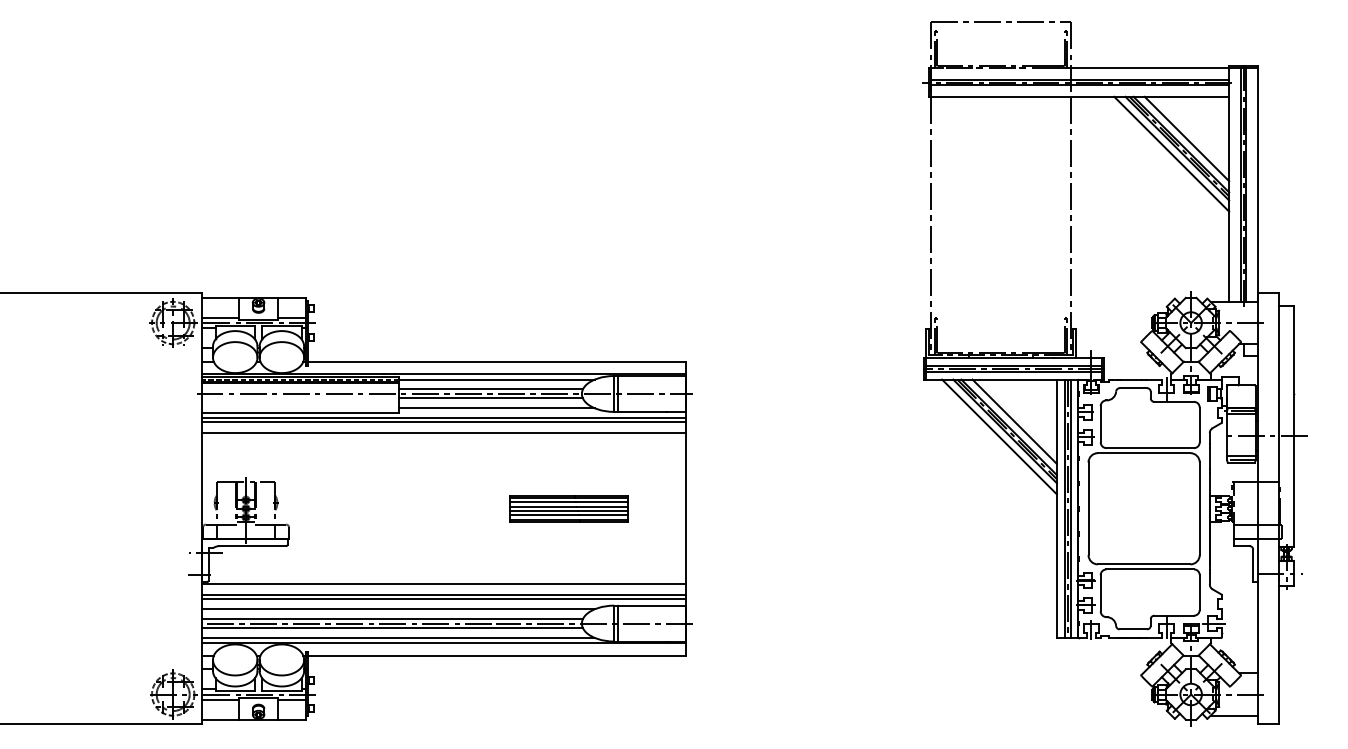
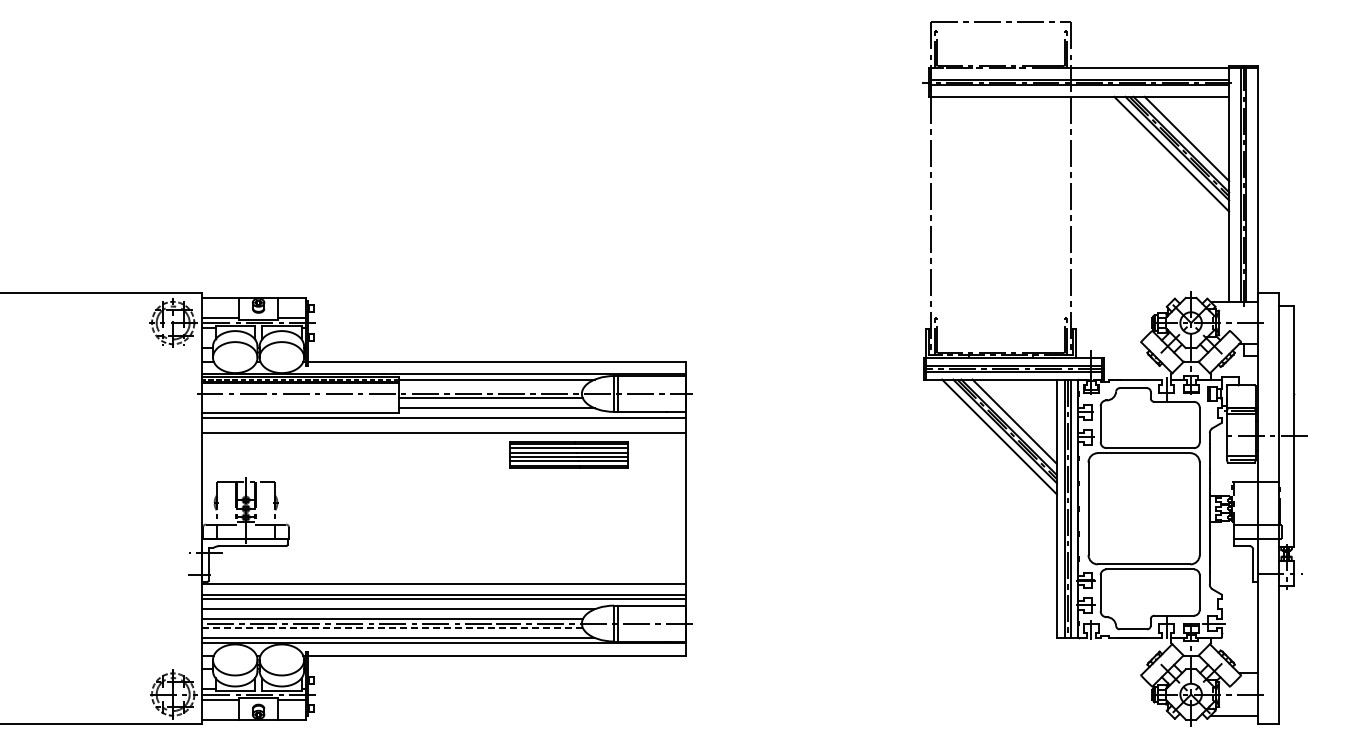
line at (490, 389): present -> none
line at (443, 422): present -> none
part at (568, 508) position: (568, 508) -> (568, 454)
line at (392, 628): solid -> dashed
